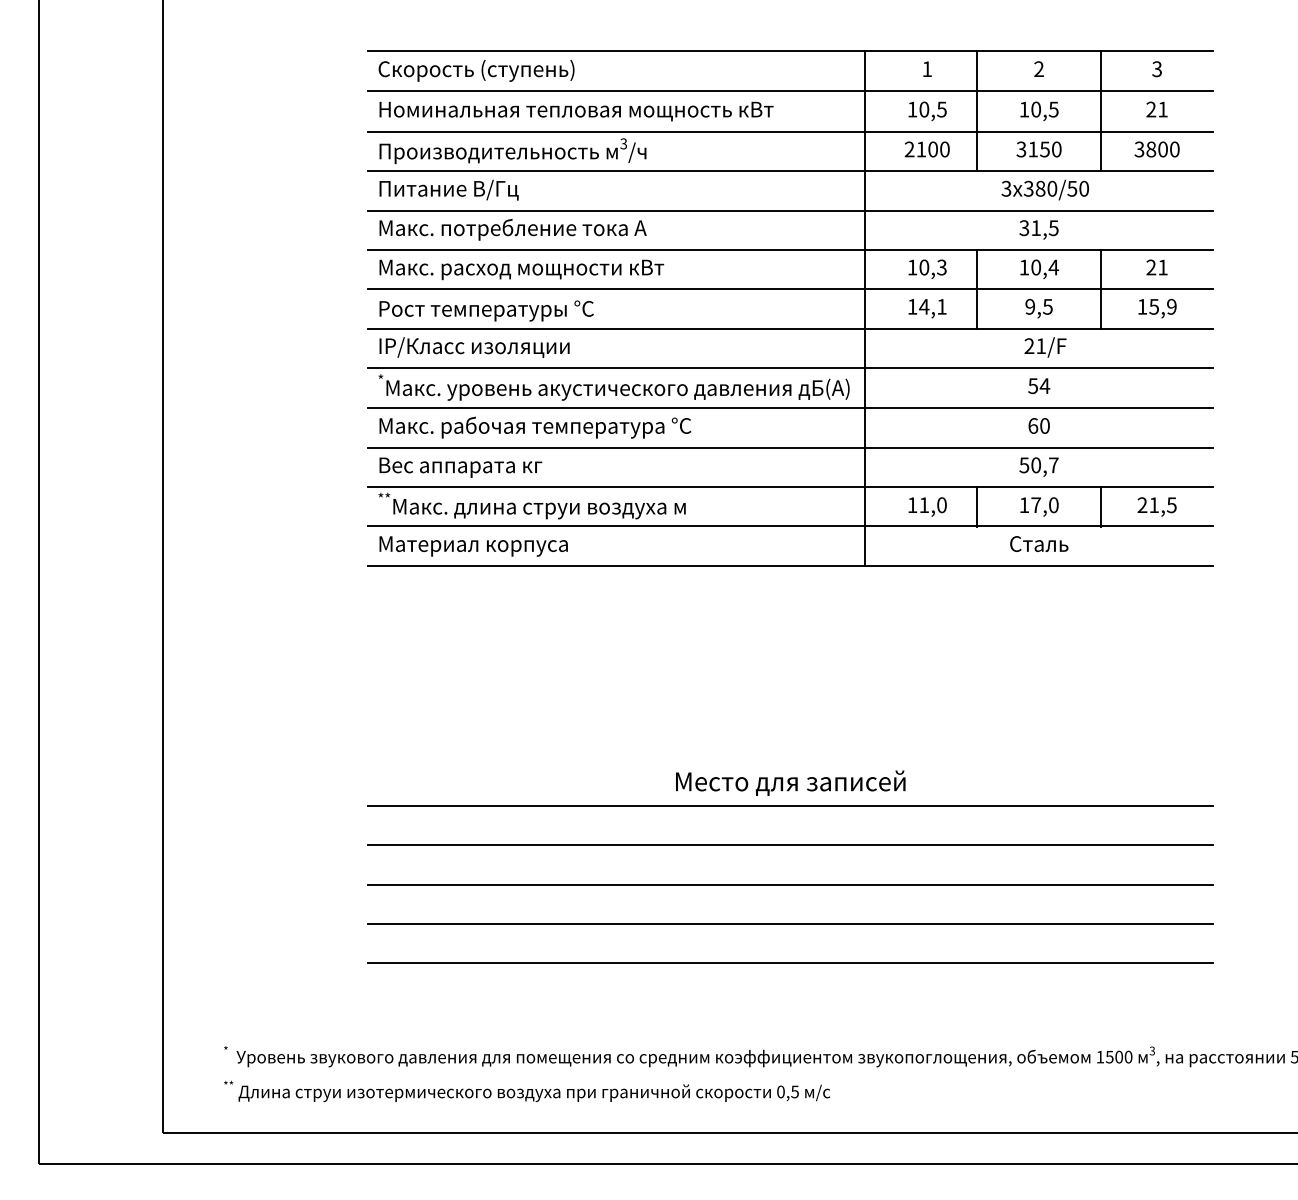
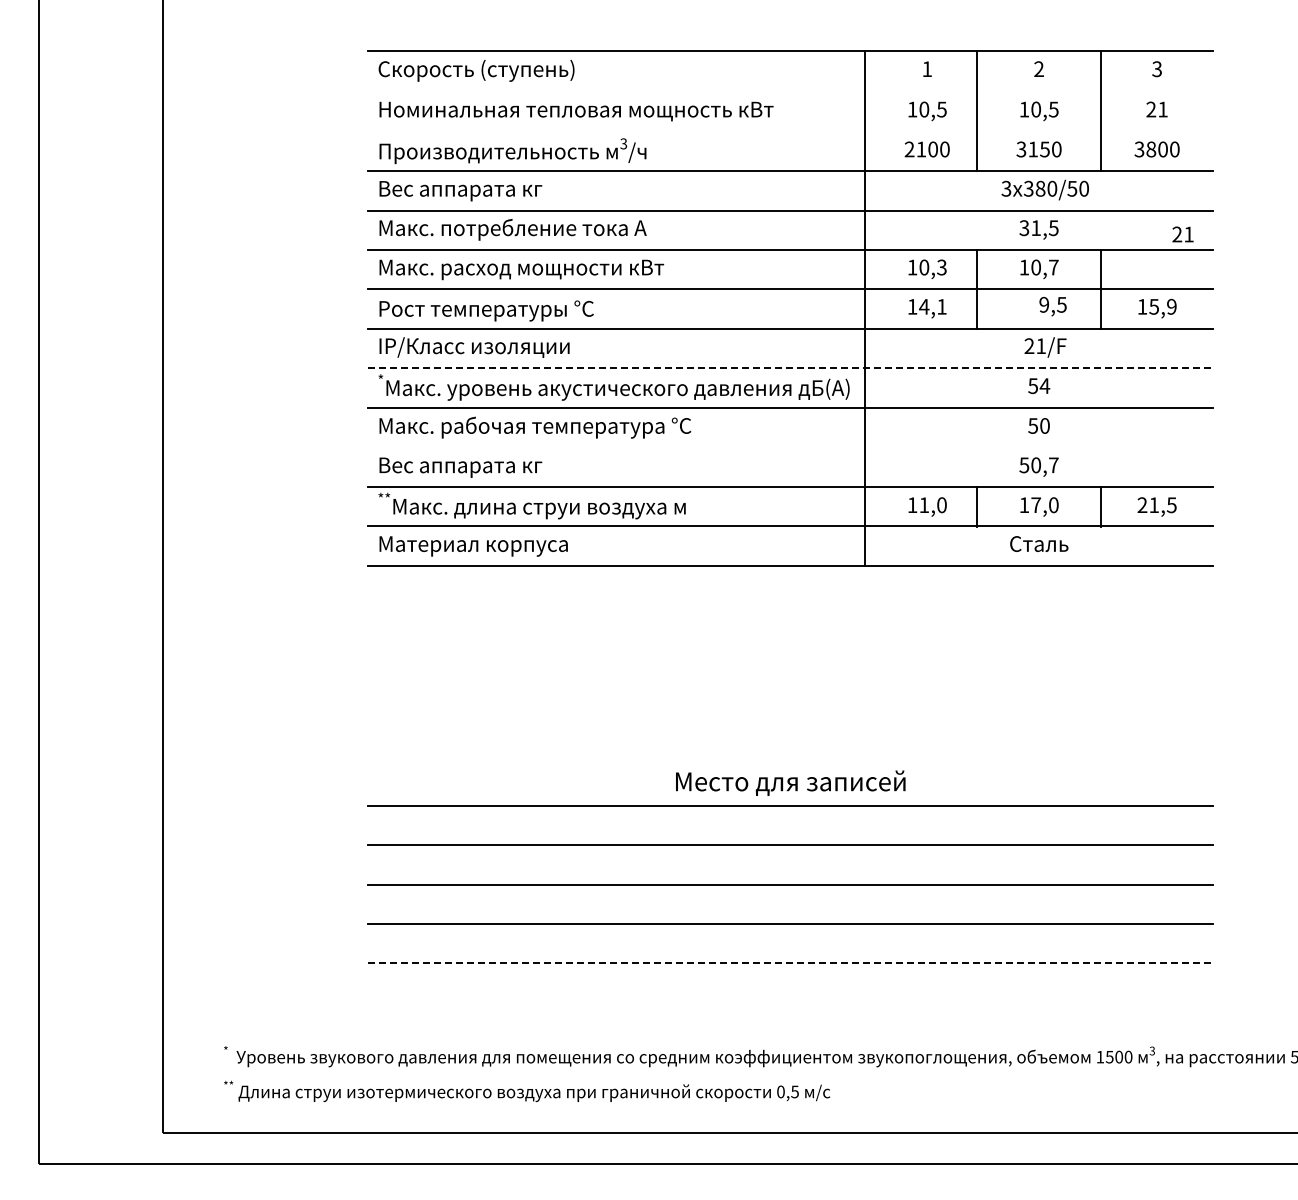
line at (790, 91): present -> none
line at (790, 131): present -> none
text at (461, 190): Питание В/Гц -> Вес аппарата кг
text at (1053, 267): 10,4 -> 10,7
text at (1156, 267) position: (1156, 267) -> (1182, 234)
text at (1038, 308) position: (1038, 308) -> (1052, 306)
line at (790, 367): solid -> dashed
text at (1033, 425): 60 -> 50
line at (790, 447): present -> none
line at (790, 963): solid -> dashed
